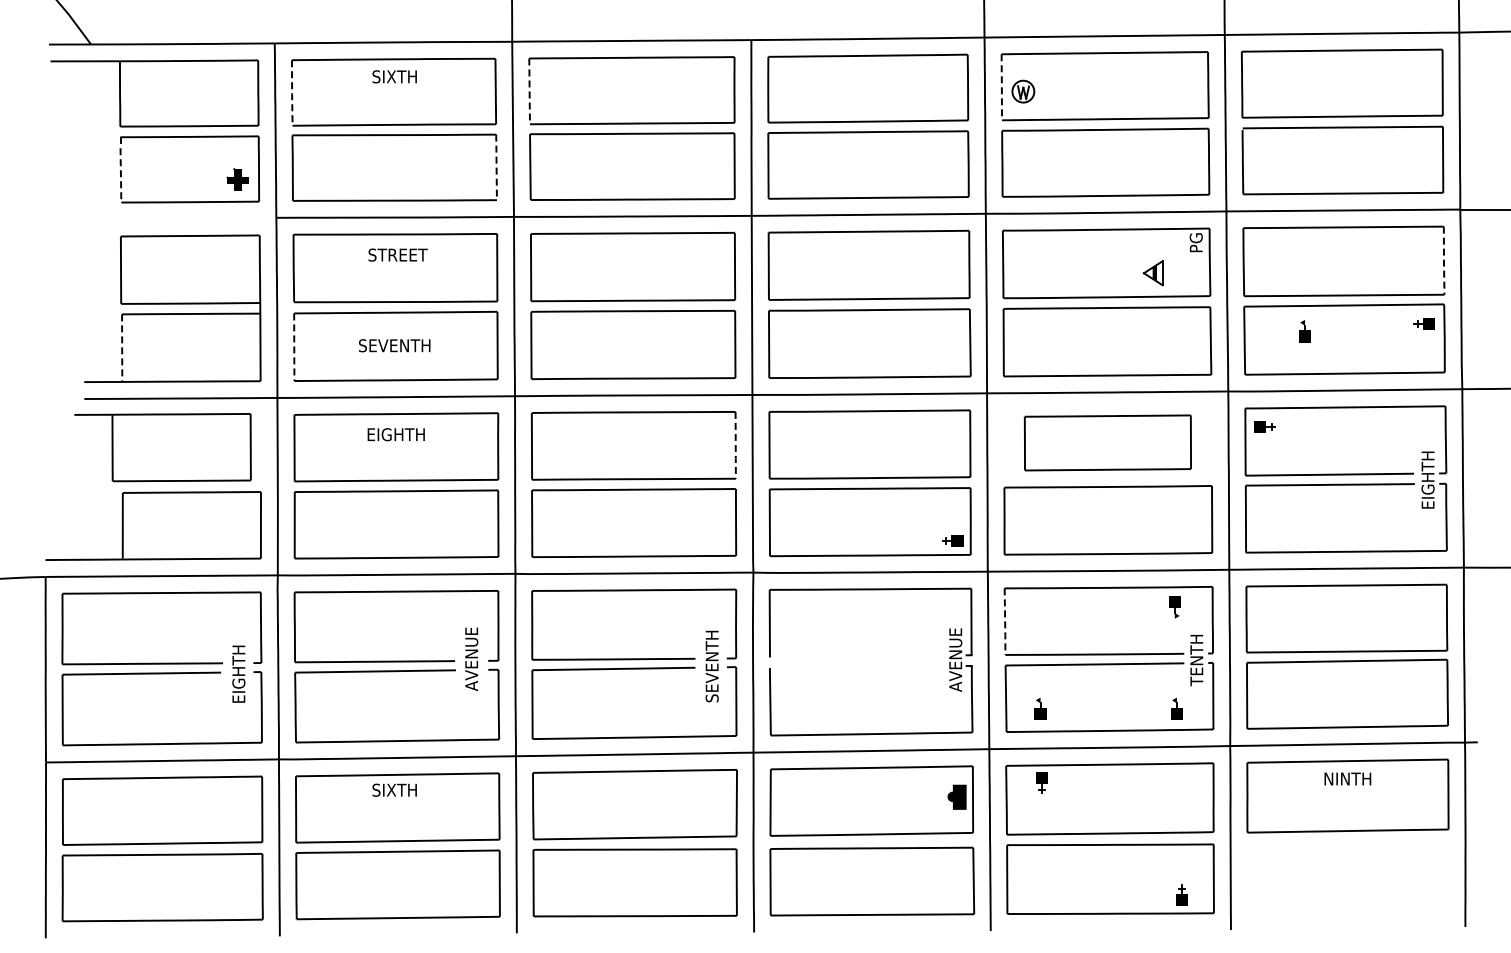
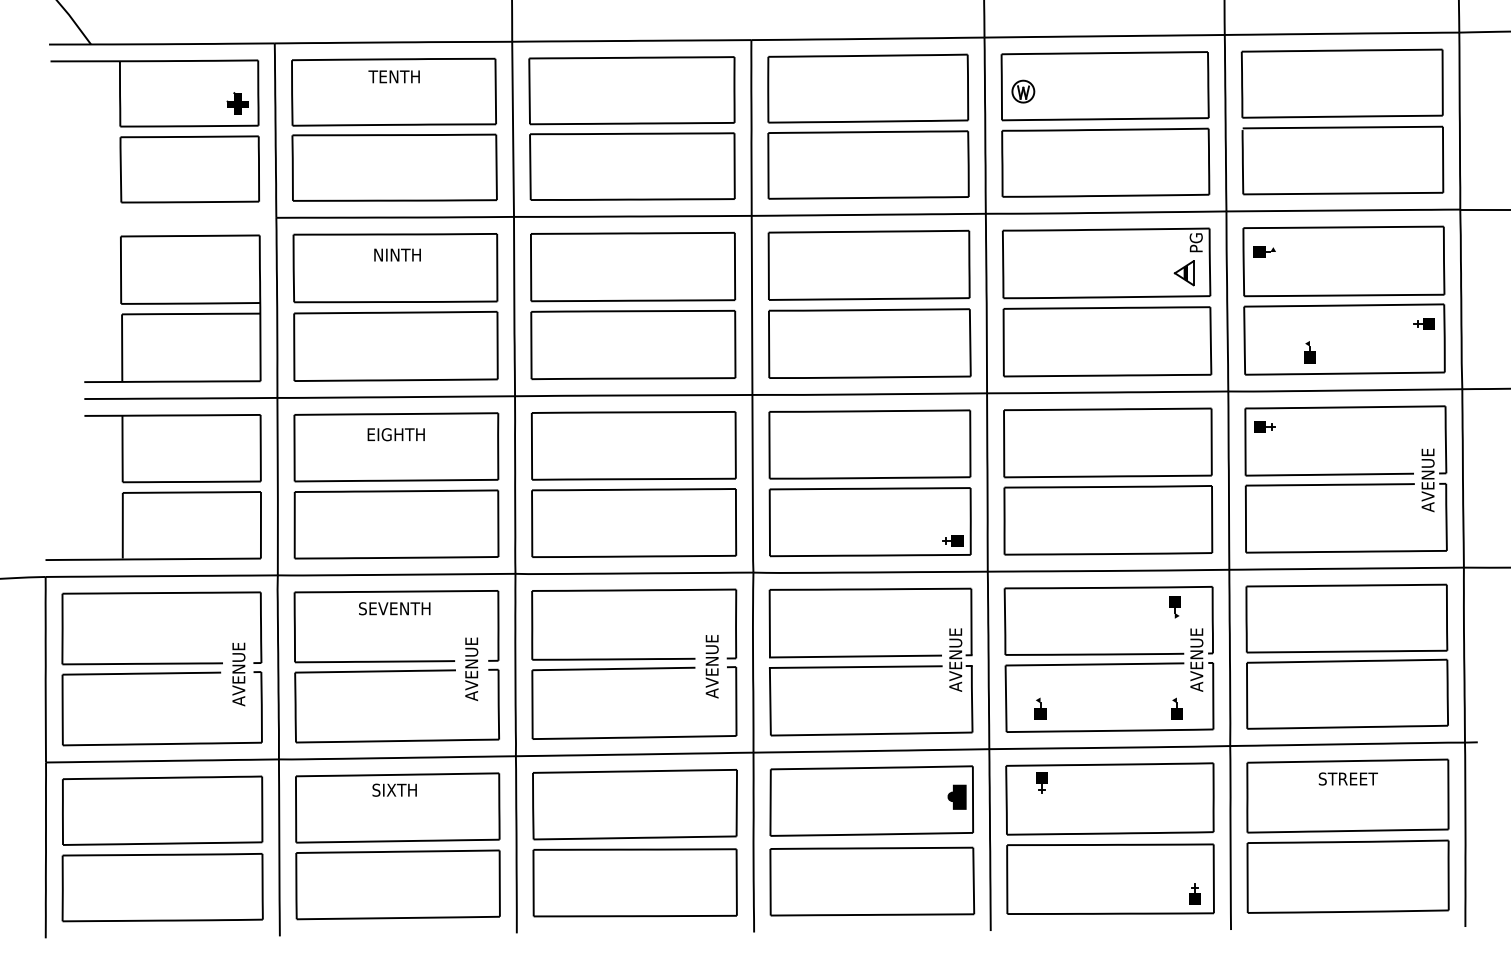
text at (393, 76): SIXTH -> TENTH
line at (1001, 86): dashed -> solid
line at (529, 91): dashed -> solid
line at (292, 93): dashed -> solid
line at (496, 167): dashed -> solid
line at (120, 168): dashed -> solid
part at (237, 179) position: (237, 179) -> (237, 103)
part at (1264, 251): none -> present
text at (397, 254): STREET -> NINTH
line at (1443, 260): dashed -> solid
part at (1152, 273) position: (1152, 273) -> (1183, 273)
part at (1304, 331) position: (1304, 331) -> (1309, 352)
text at (394, 345) position: (394, 345) -> (394, 608)
line at (294, 346): dashed -> solid
line at (122, 348): dashed -> solid
part at (1107, 442) size: 169x58 px -> 210x72 px
line at (735, 445): dashed -> solid
part at (162, 447) position: (162, 447) -> (172, 448)
text at (1427, 480): EIGHTH -> AVENUE
line at (1005, 622): dashed -> solid
line at (855, 656): none -> present
text at (471, 659) position: (471, 659) -> (471, 669)
text at (1196, 659): TENTH -> AVENUE
text at (711, 666): SEVENTH -> AVENUE
line at (855, 666): none -> present
text at (238, 674): EIGHTH -> AVENUE
text at (1347, 778): NINTH -> STREET
part at (1347, 876): none -> present
part at (1181, 894) position: (1181, 894) -> (1194, 893)
